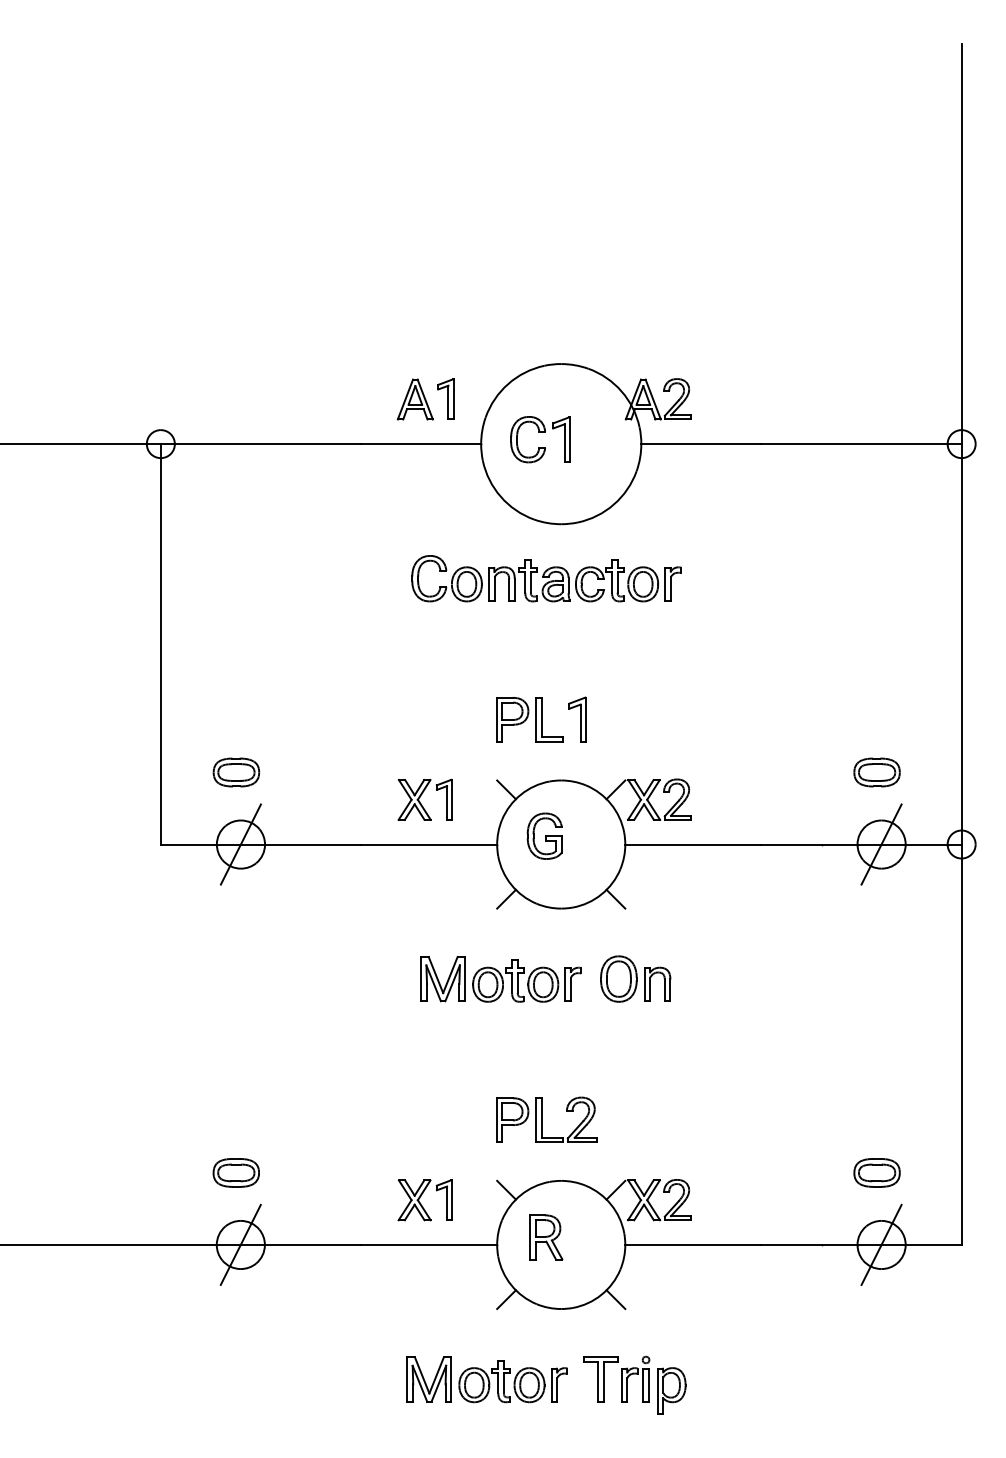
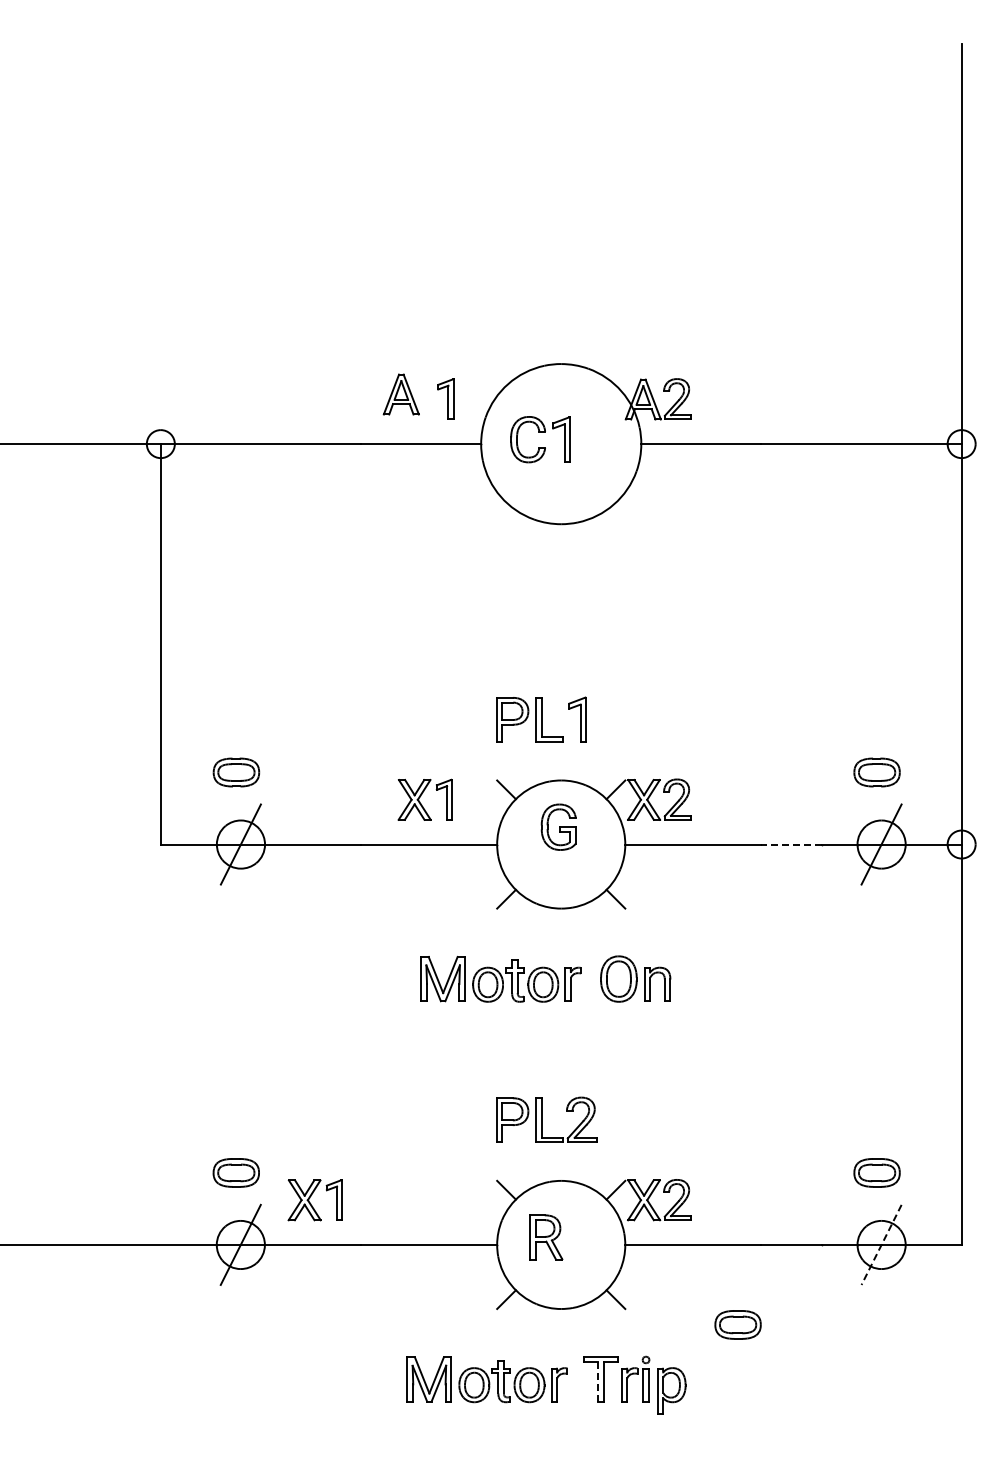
part at (414, 399) position: (414, 399) -> (400, 394)
part at (546, 578): present -> none
part at (544, 835) position: (544, 835) -> (558, 826)
line at (790, 844): solid -> dashed
part at (424, 1200) position: (424, 1200) -> (314, 1200)
line at (881, 1244): solid -> dashed
part at (737, 1324): none -> present
line at (598, 1381): solid -> dashed
